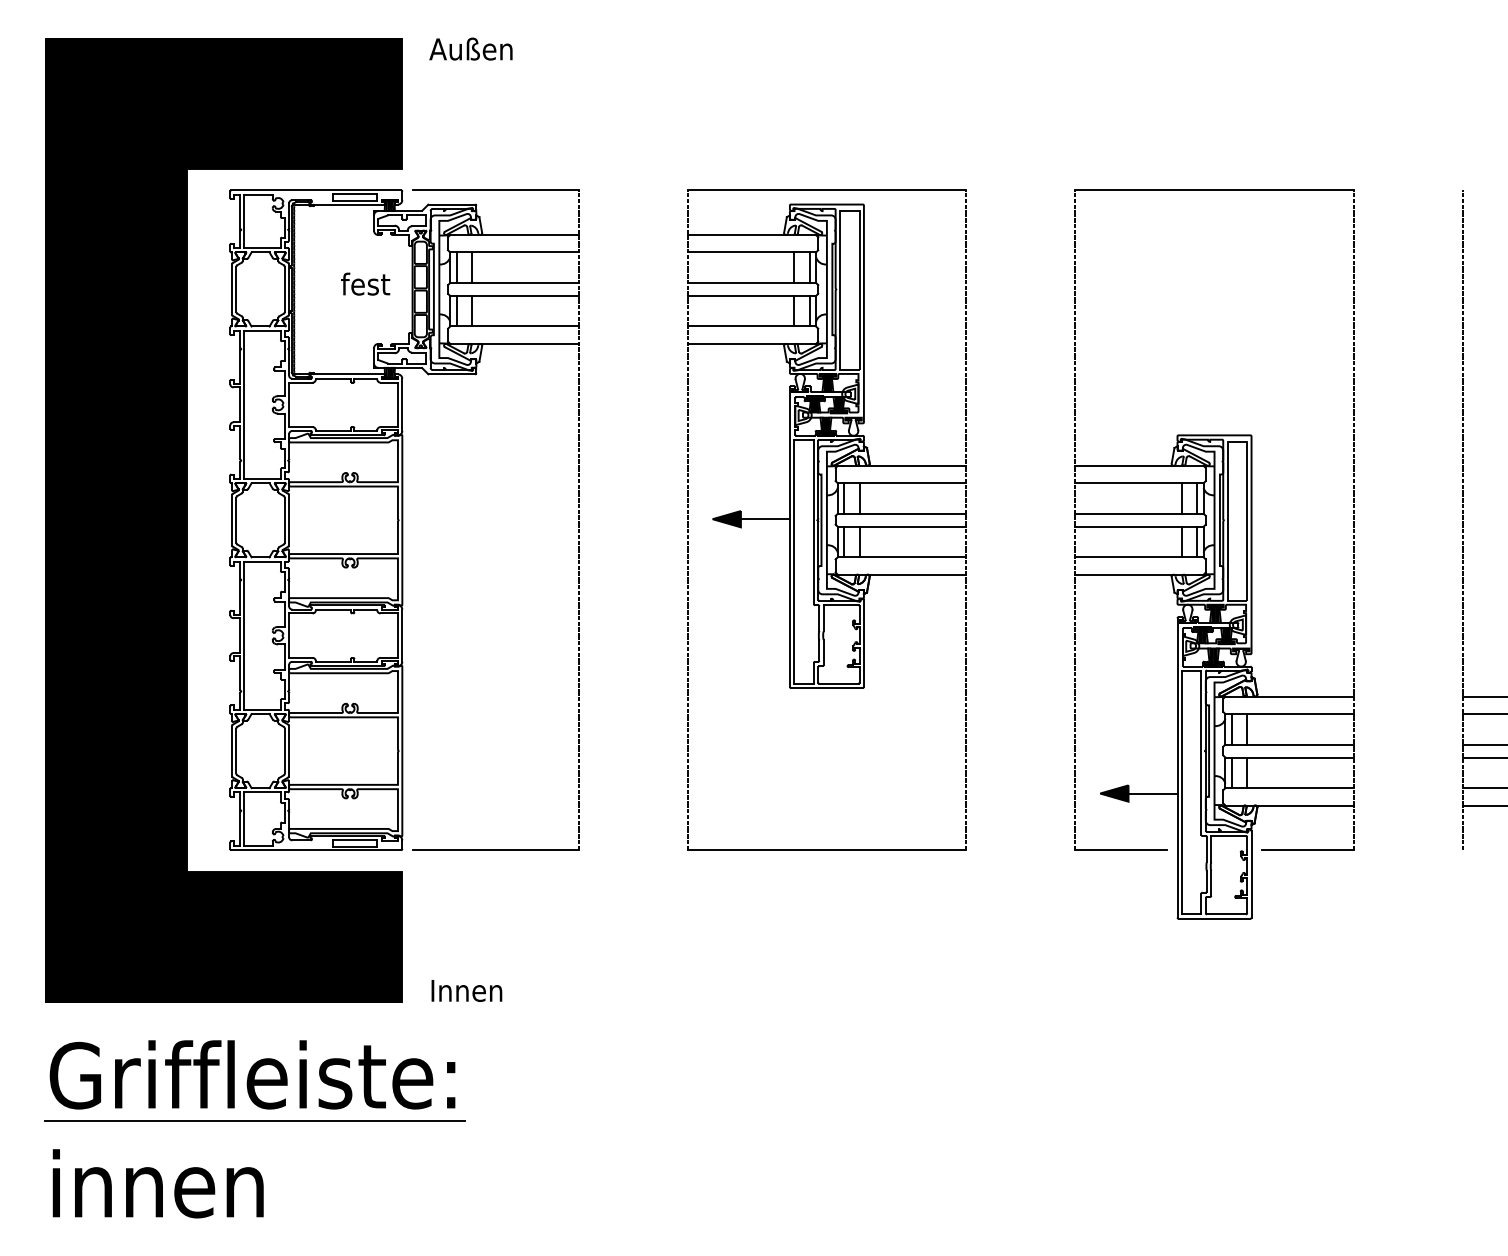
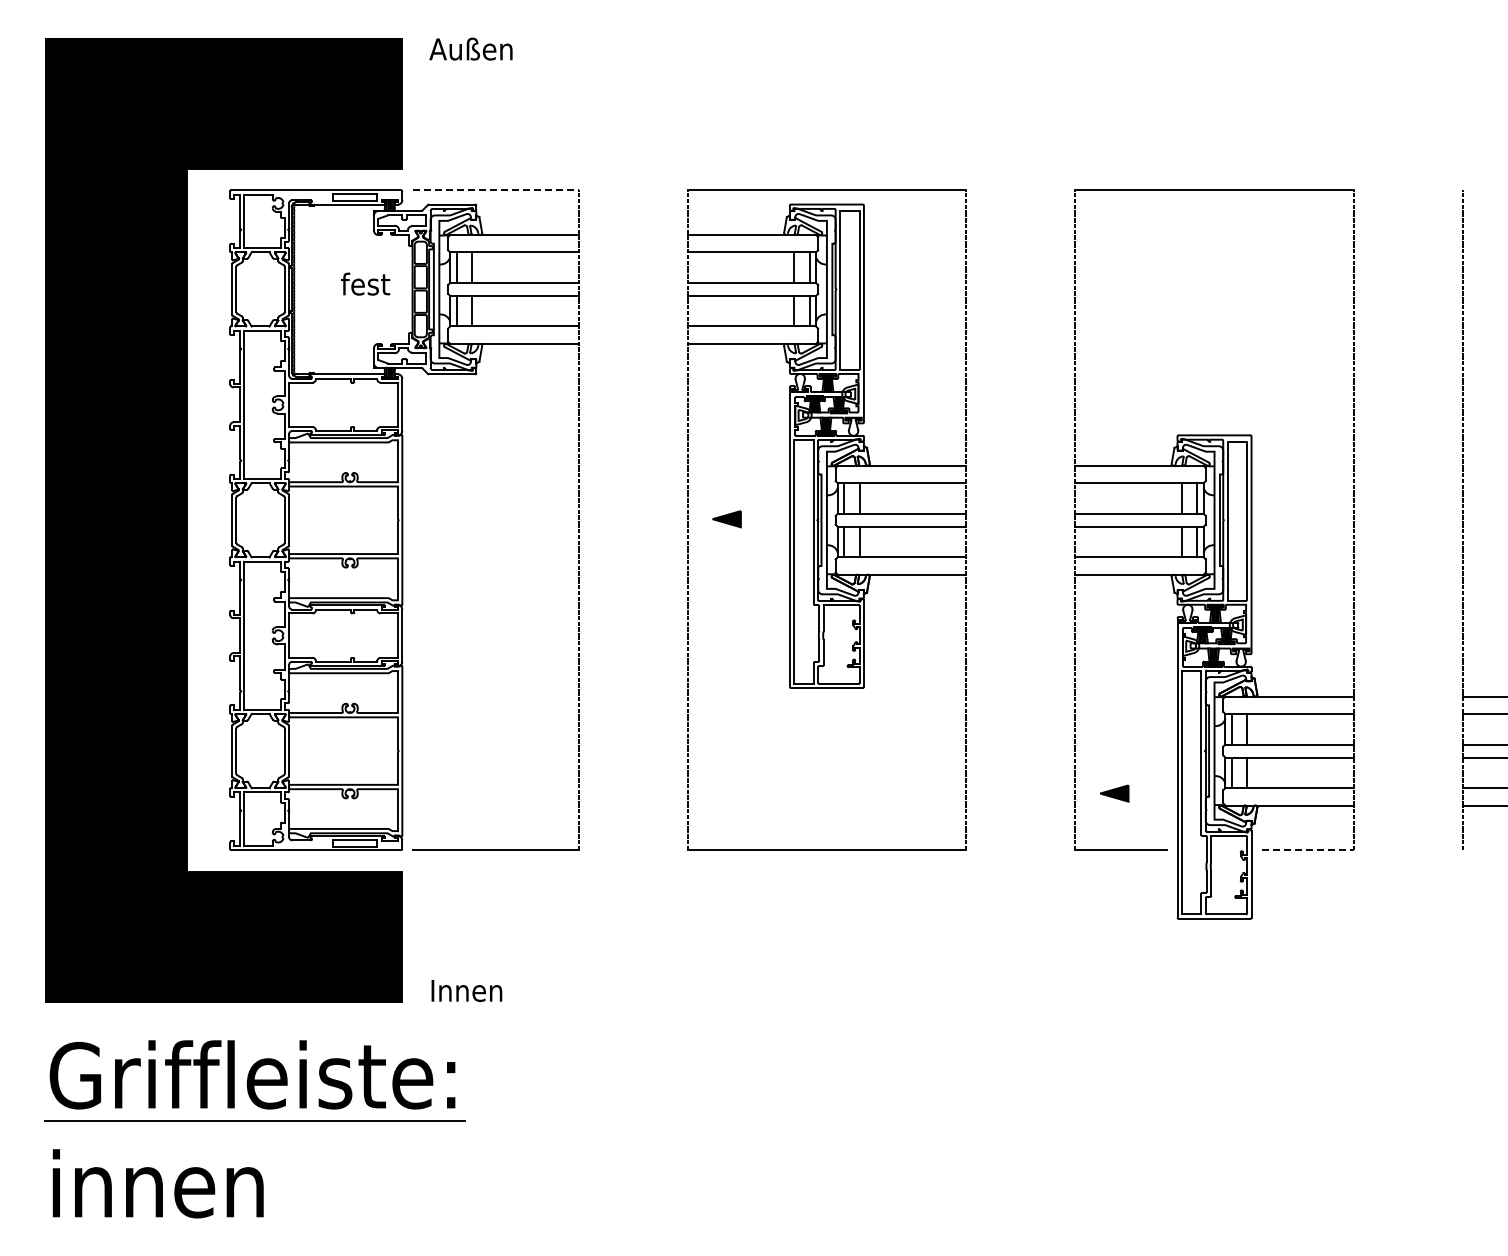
line at (495, 190): solid -> dashed
line at (764, 519): present -> none
line at (1152, 793): present -> none
line at (1308, 850): solid -> dashed
